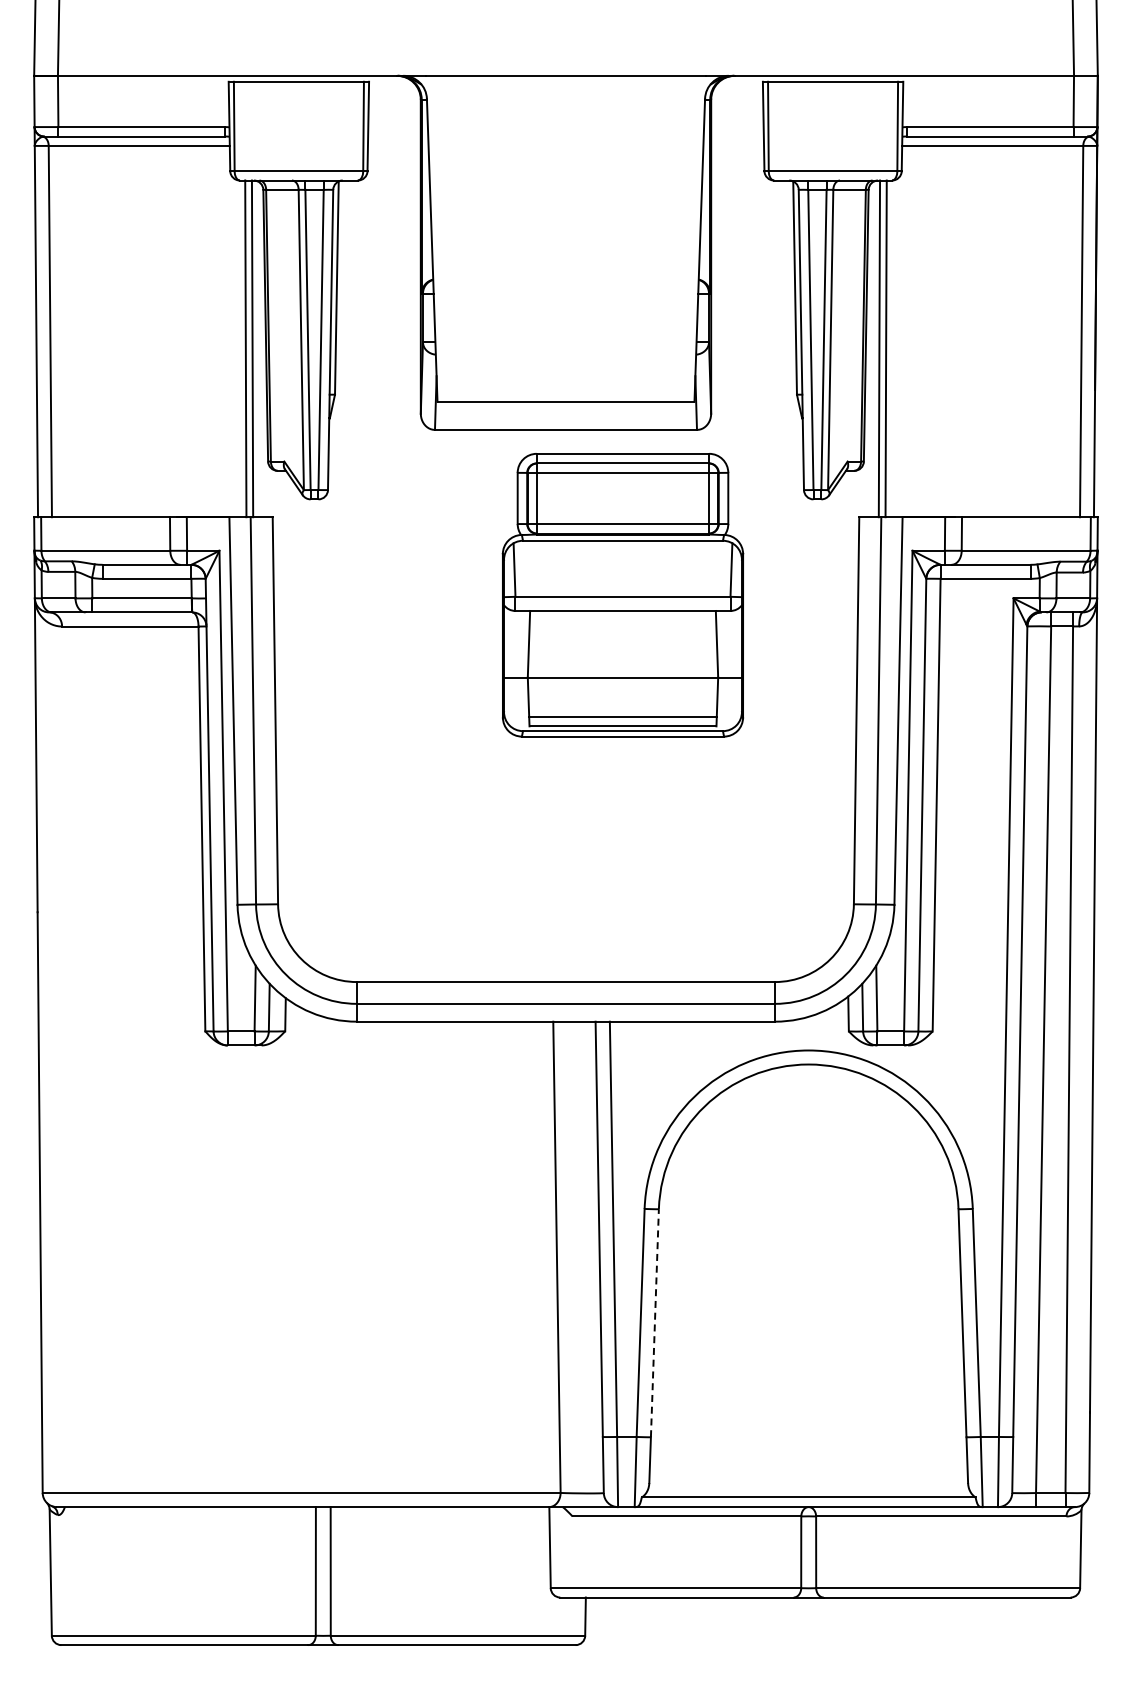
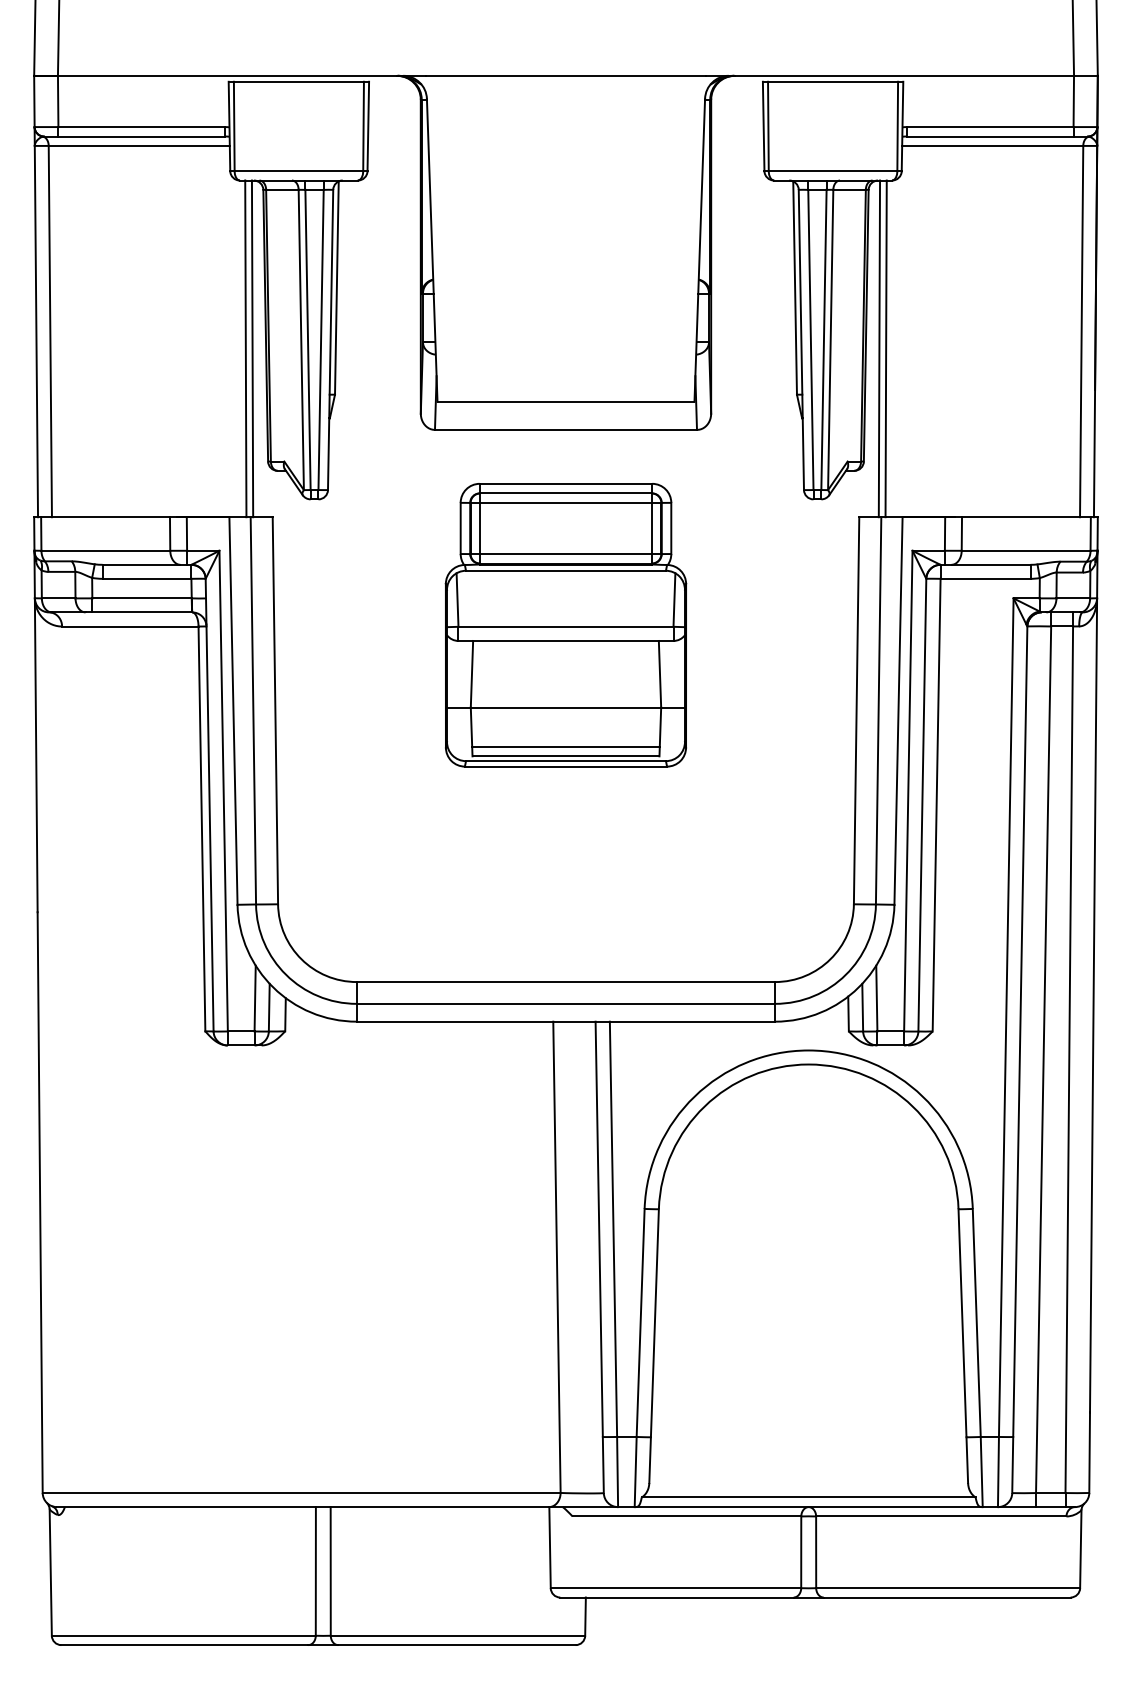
part at (622, 595) position: (622, 595) -> (565, 625)
line at (654, 1322): dashed -> solid
